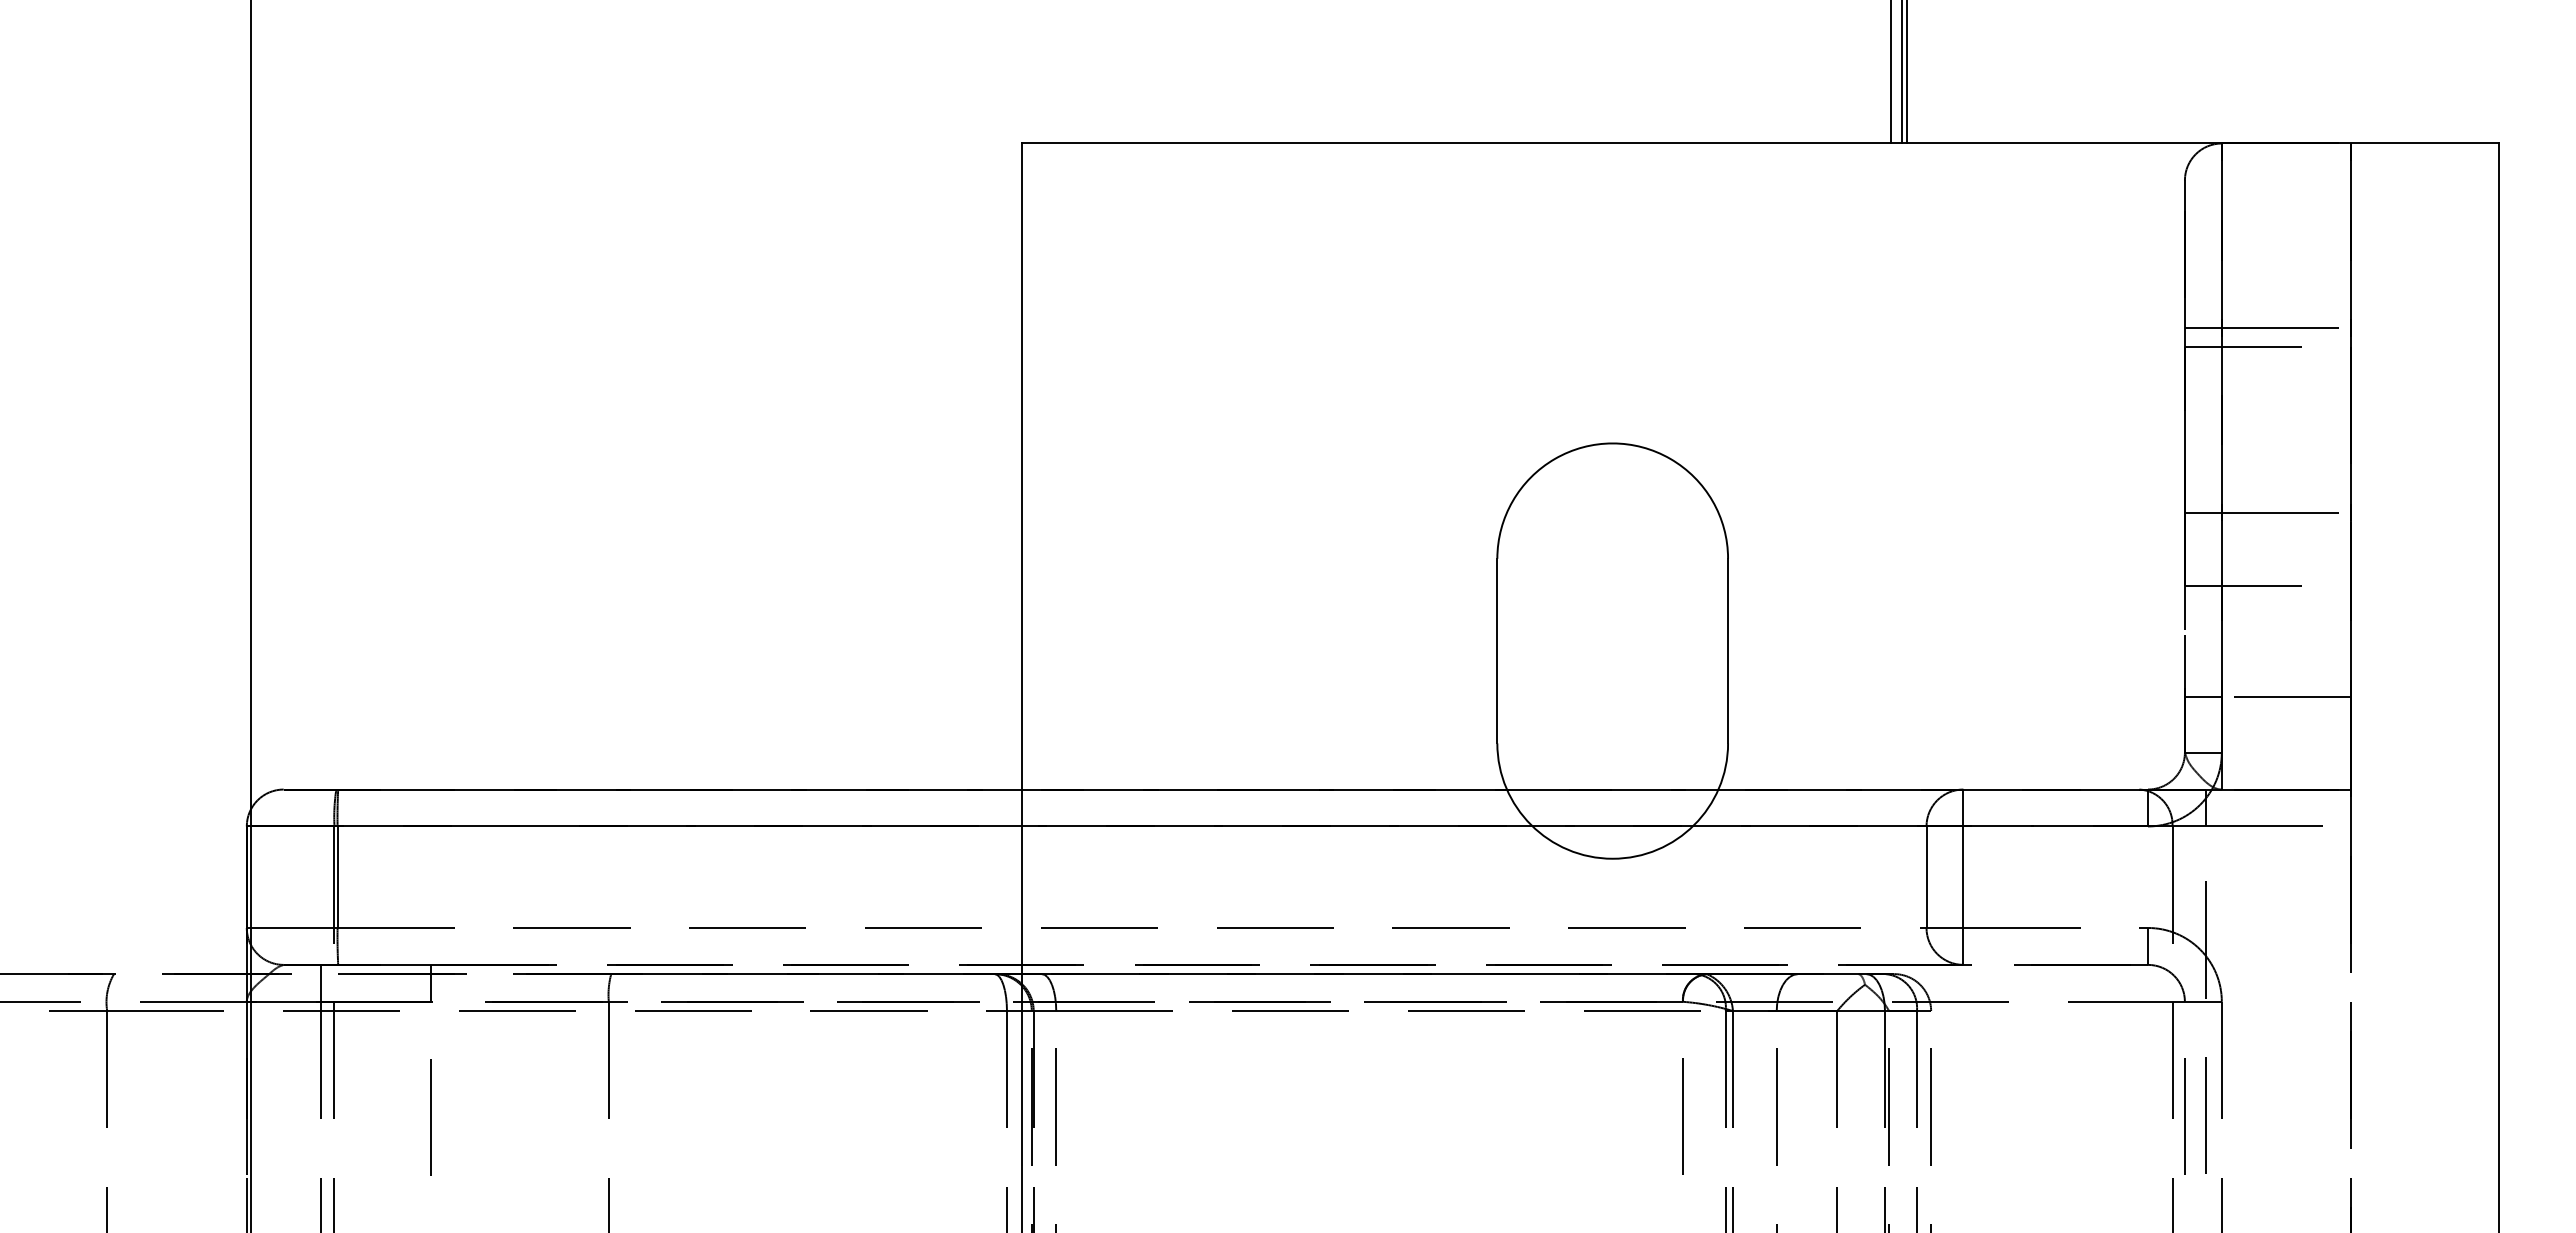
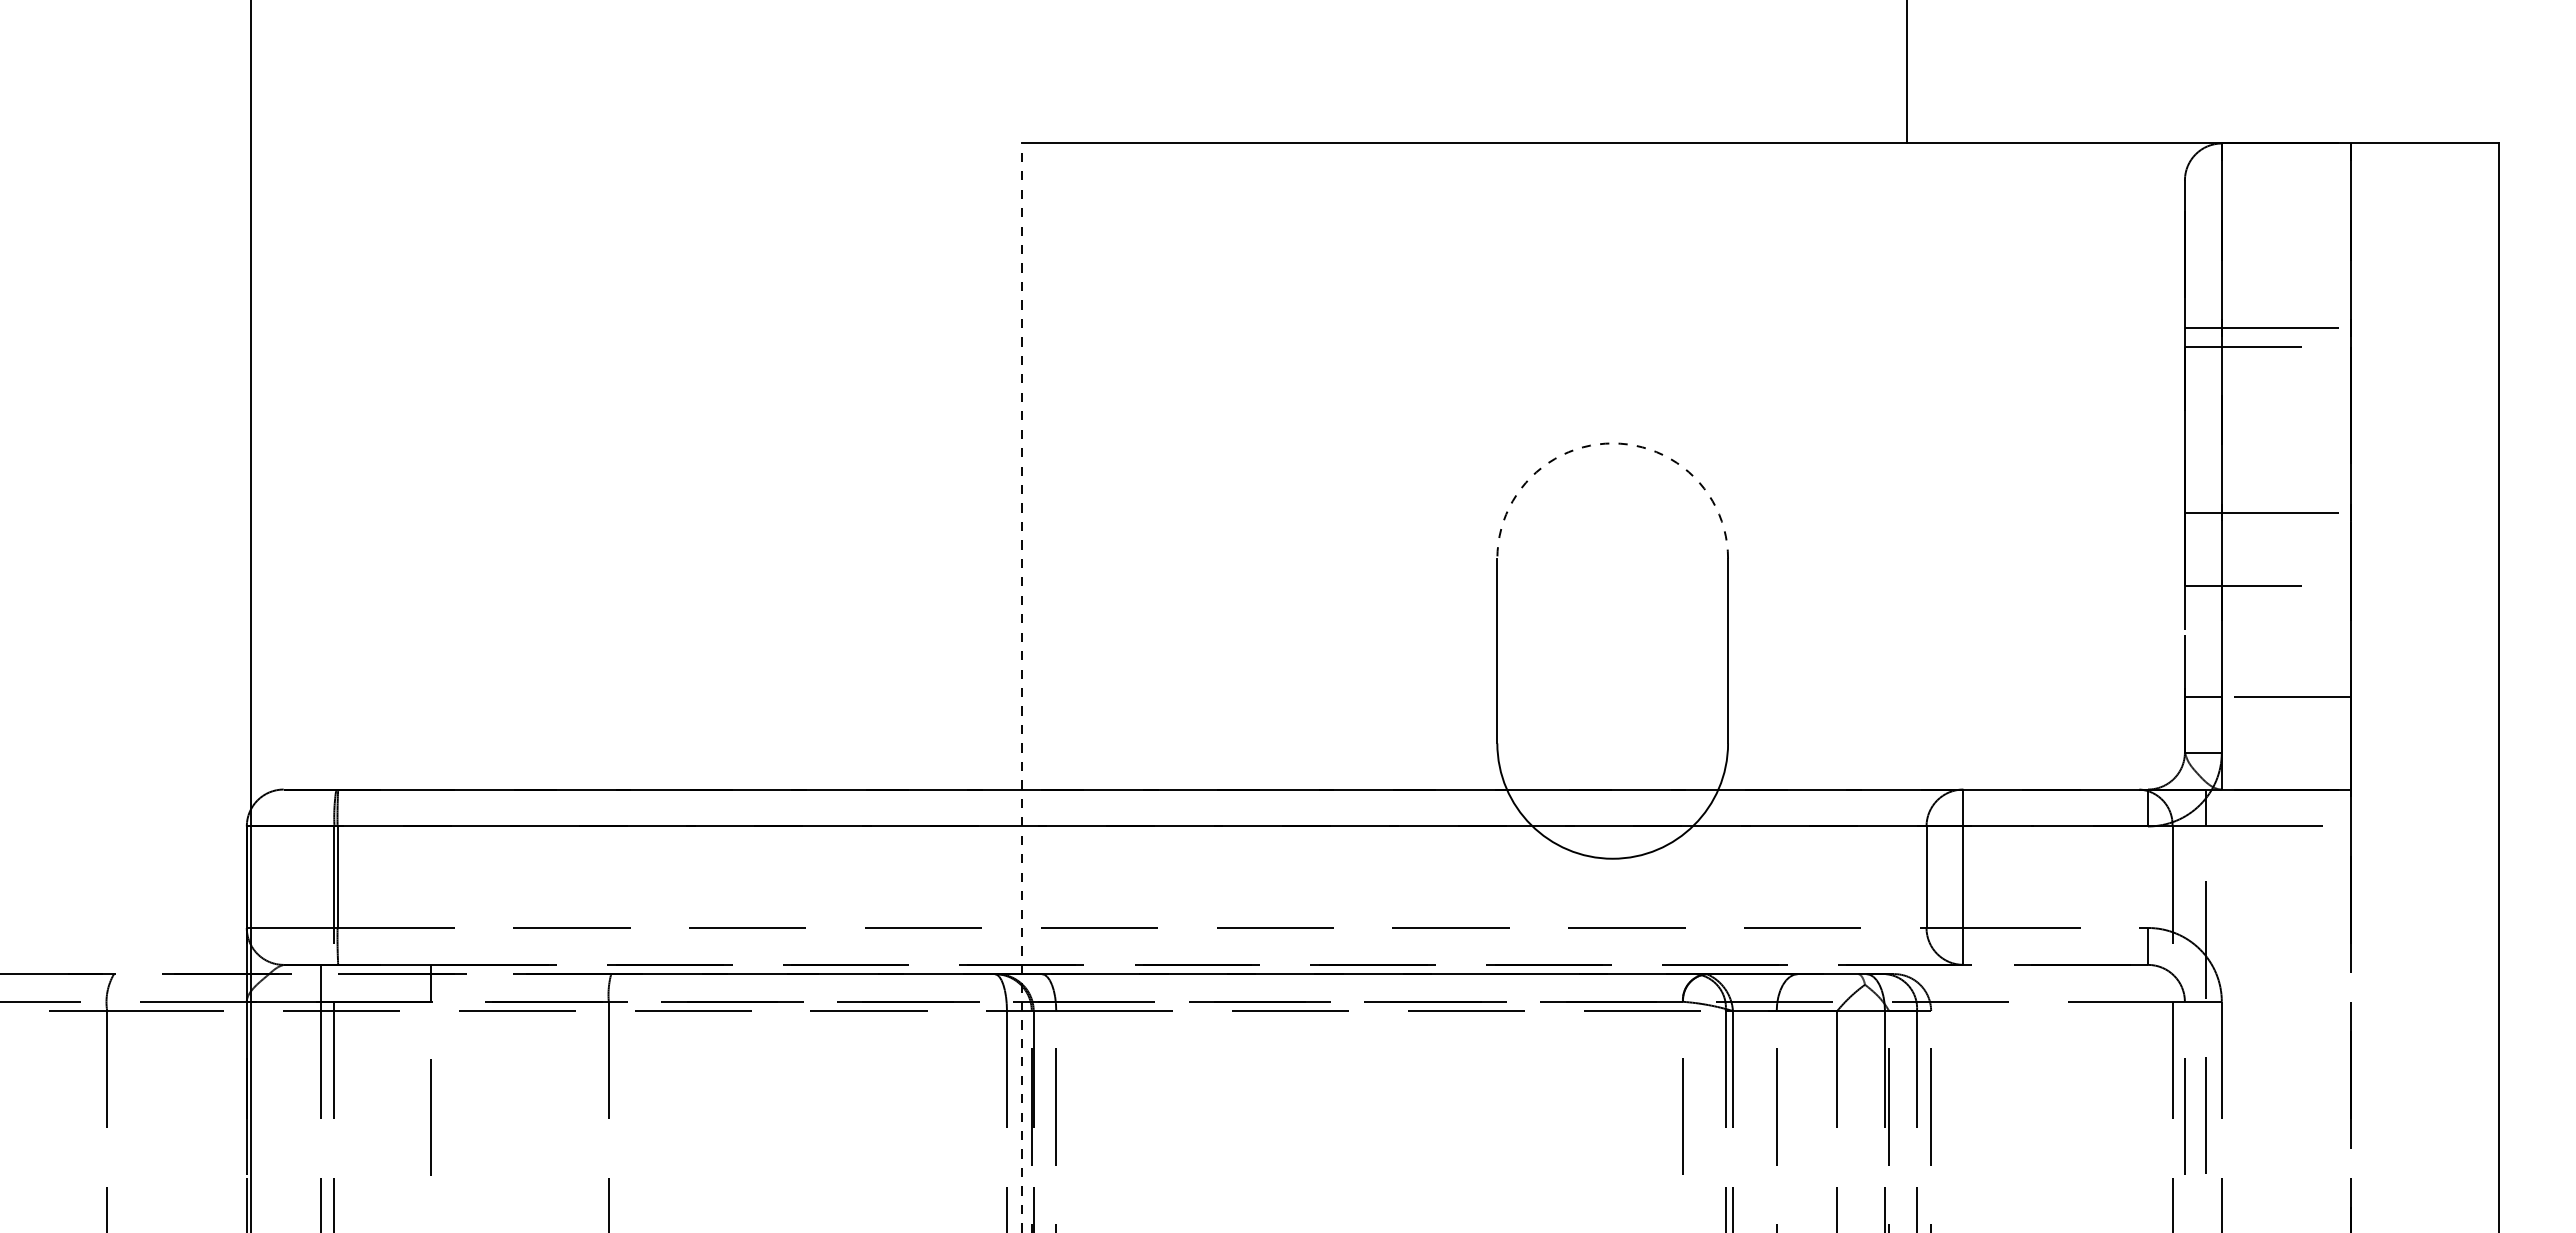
line at (1890, 72): present -> none
line at (1902, 72): present -> none
arc at (1612, 443): solid -> dashed
line at (1022, 687): solid -> dashed
